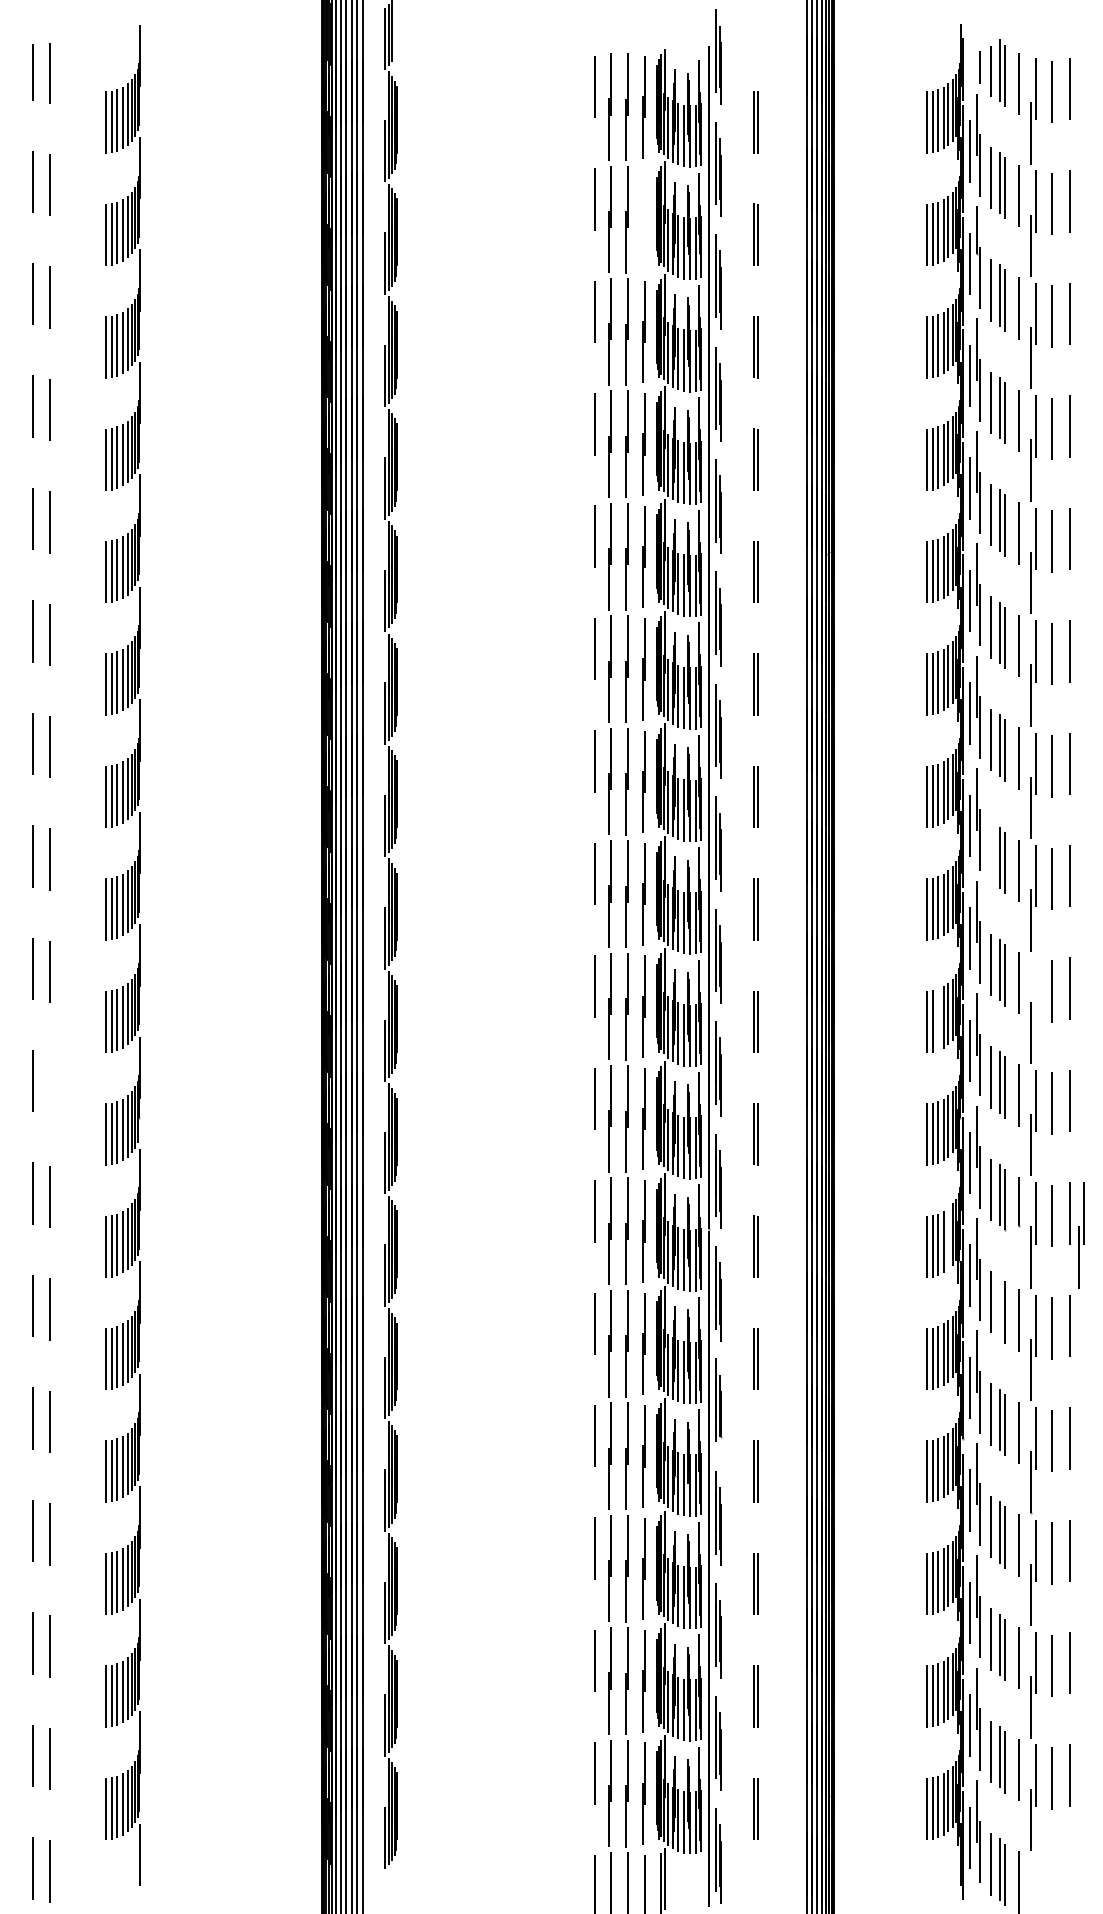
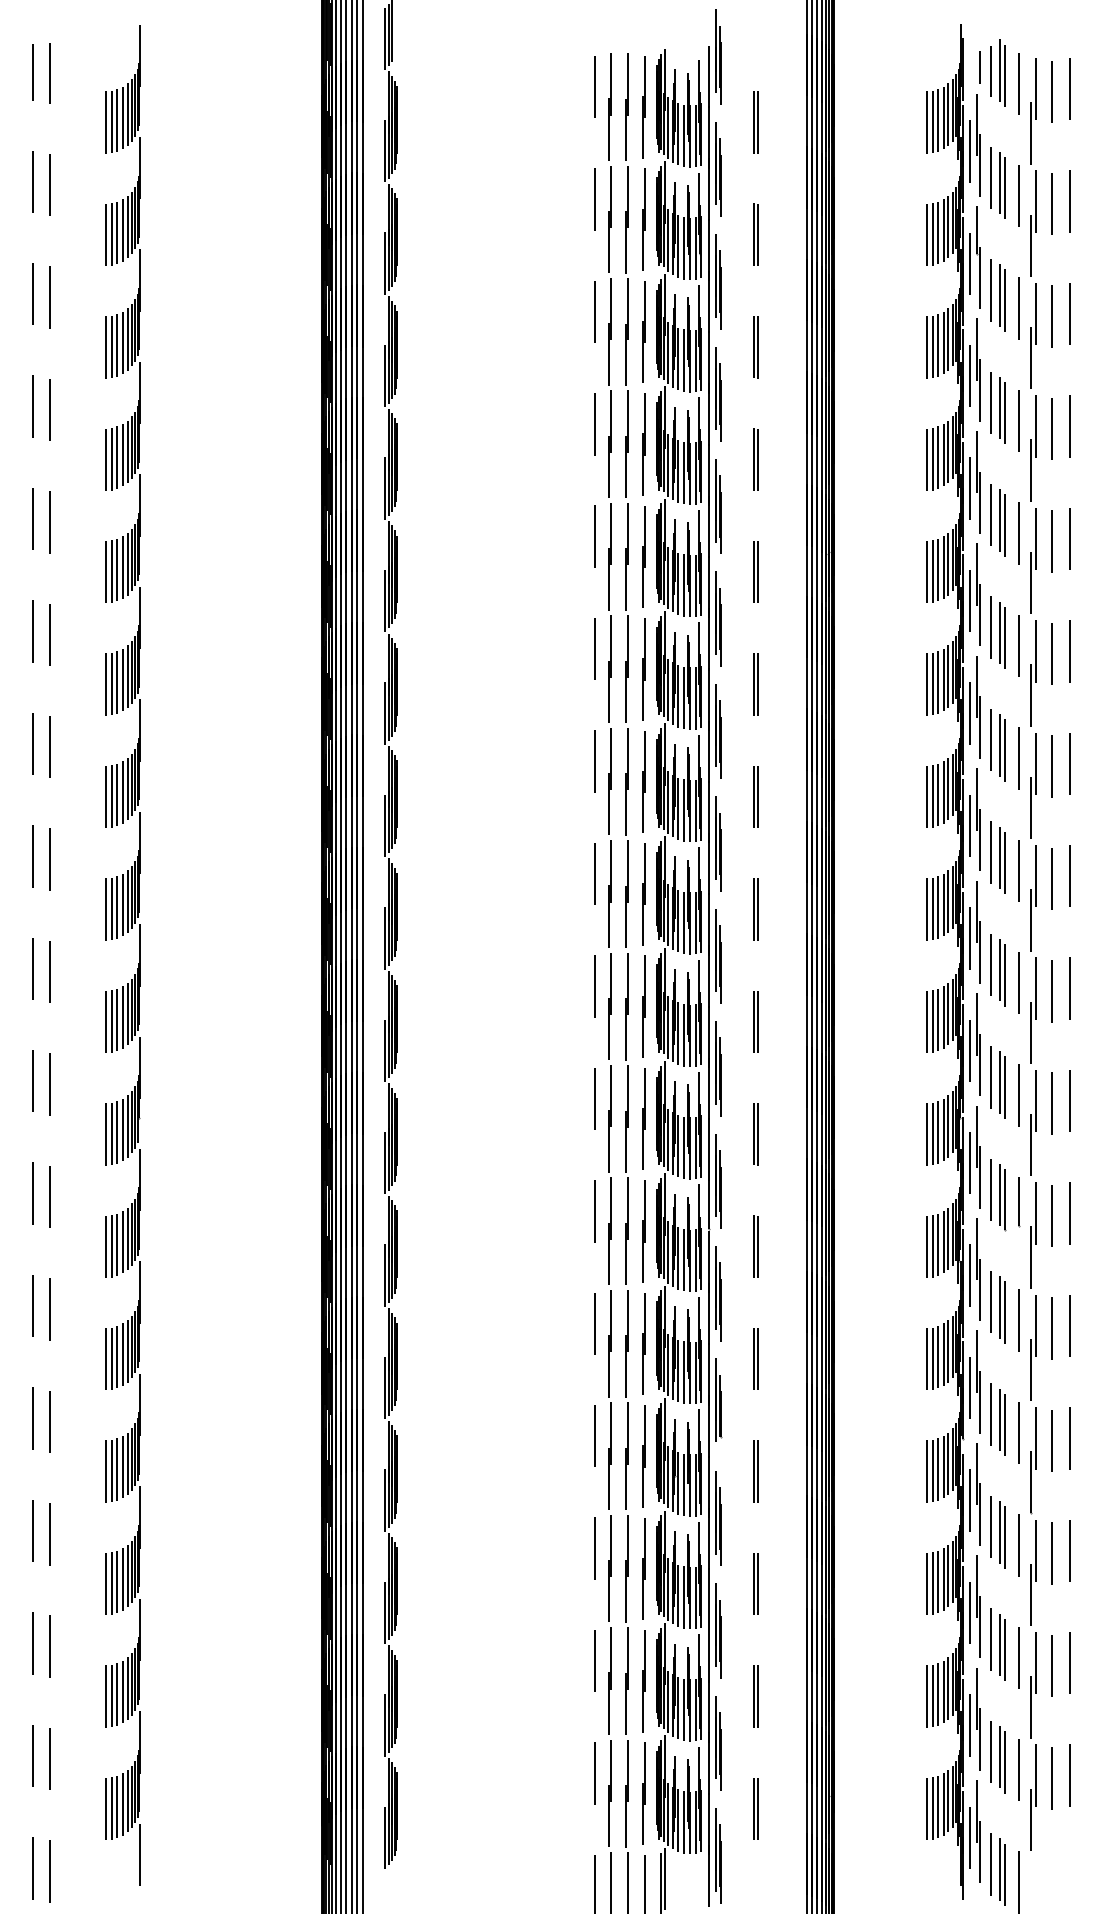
part at (643, 219): none -> present
line at (990, 852): none -> present
line at (1035, 988): none -> present
line at (938, 1019): none -> present
line at (50, 1084): none -> present
part at (1081, 1235): present -> none
line at (948, 1238): none -> present
line at (999, 1307): none -> present
